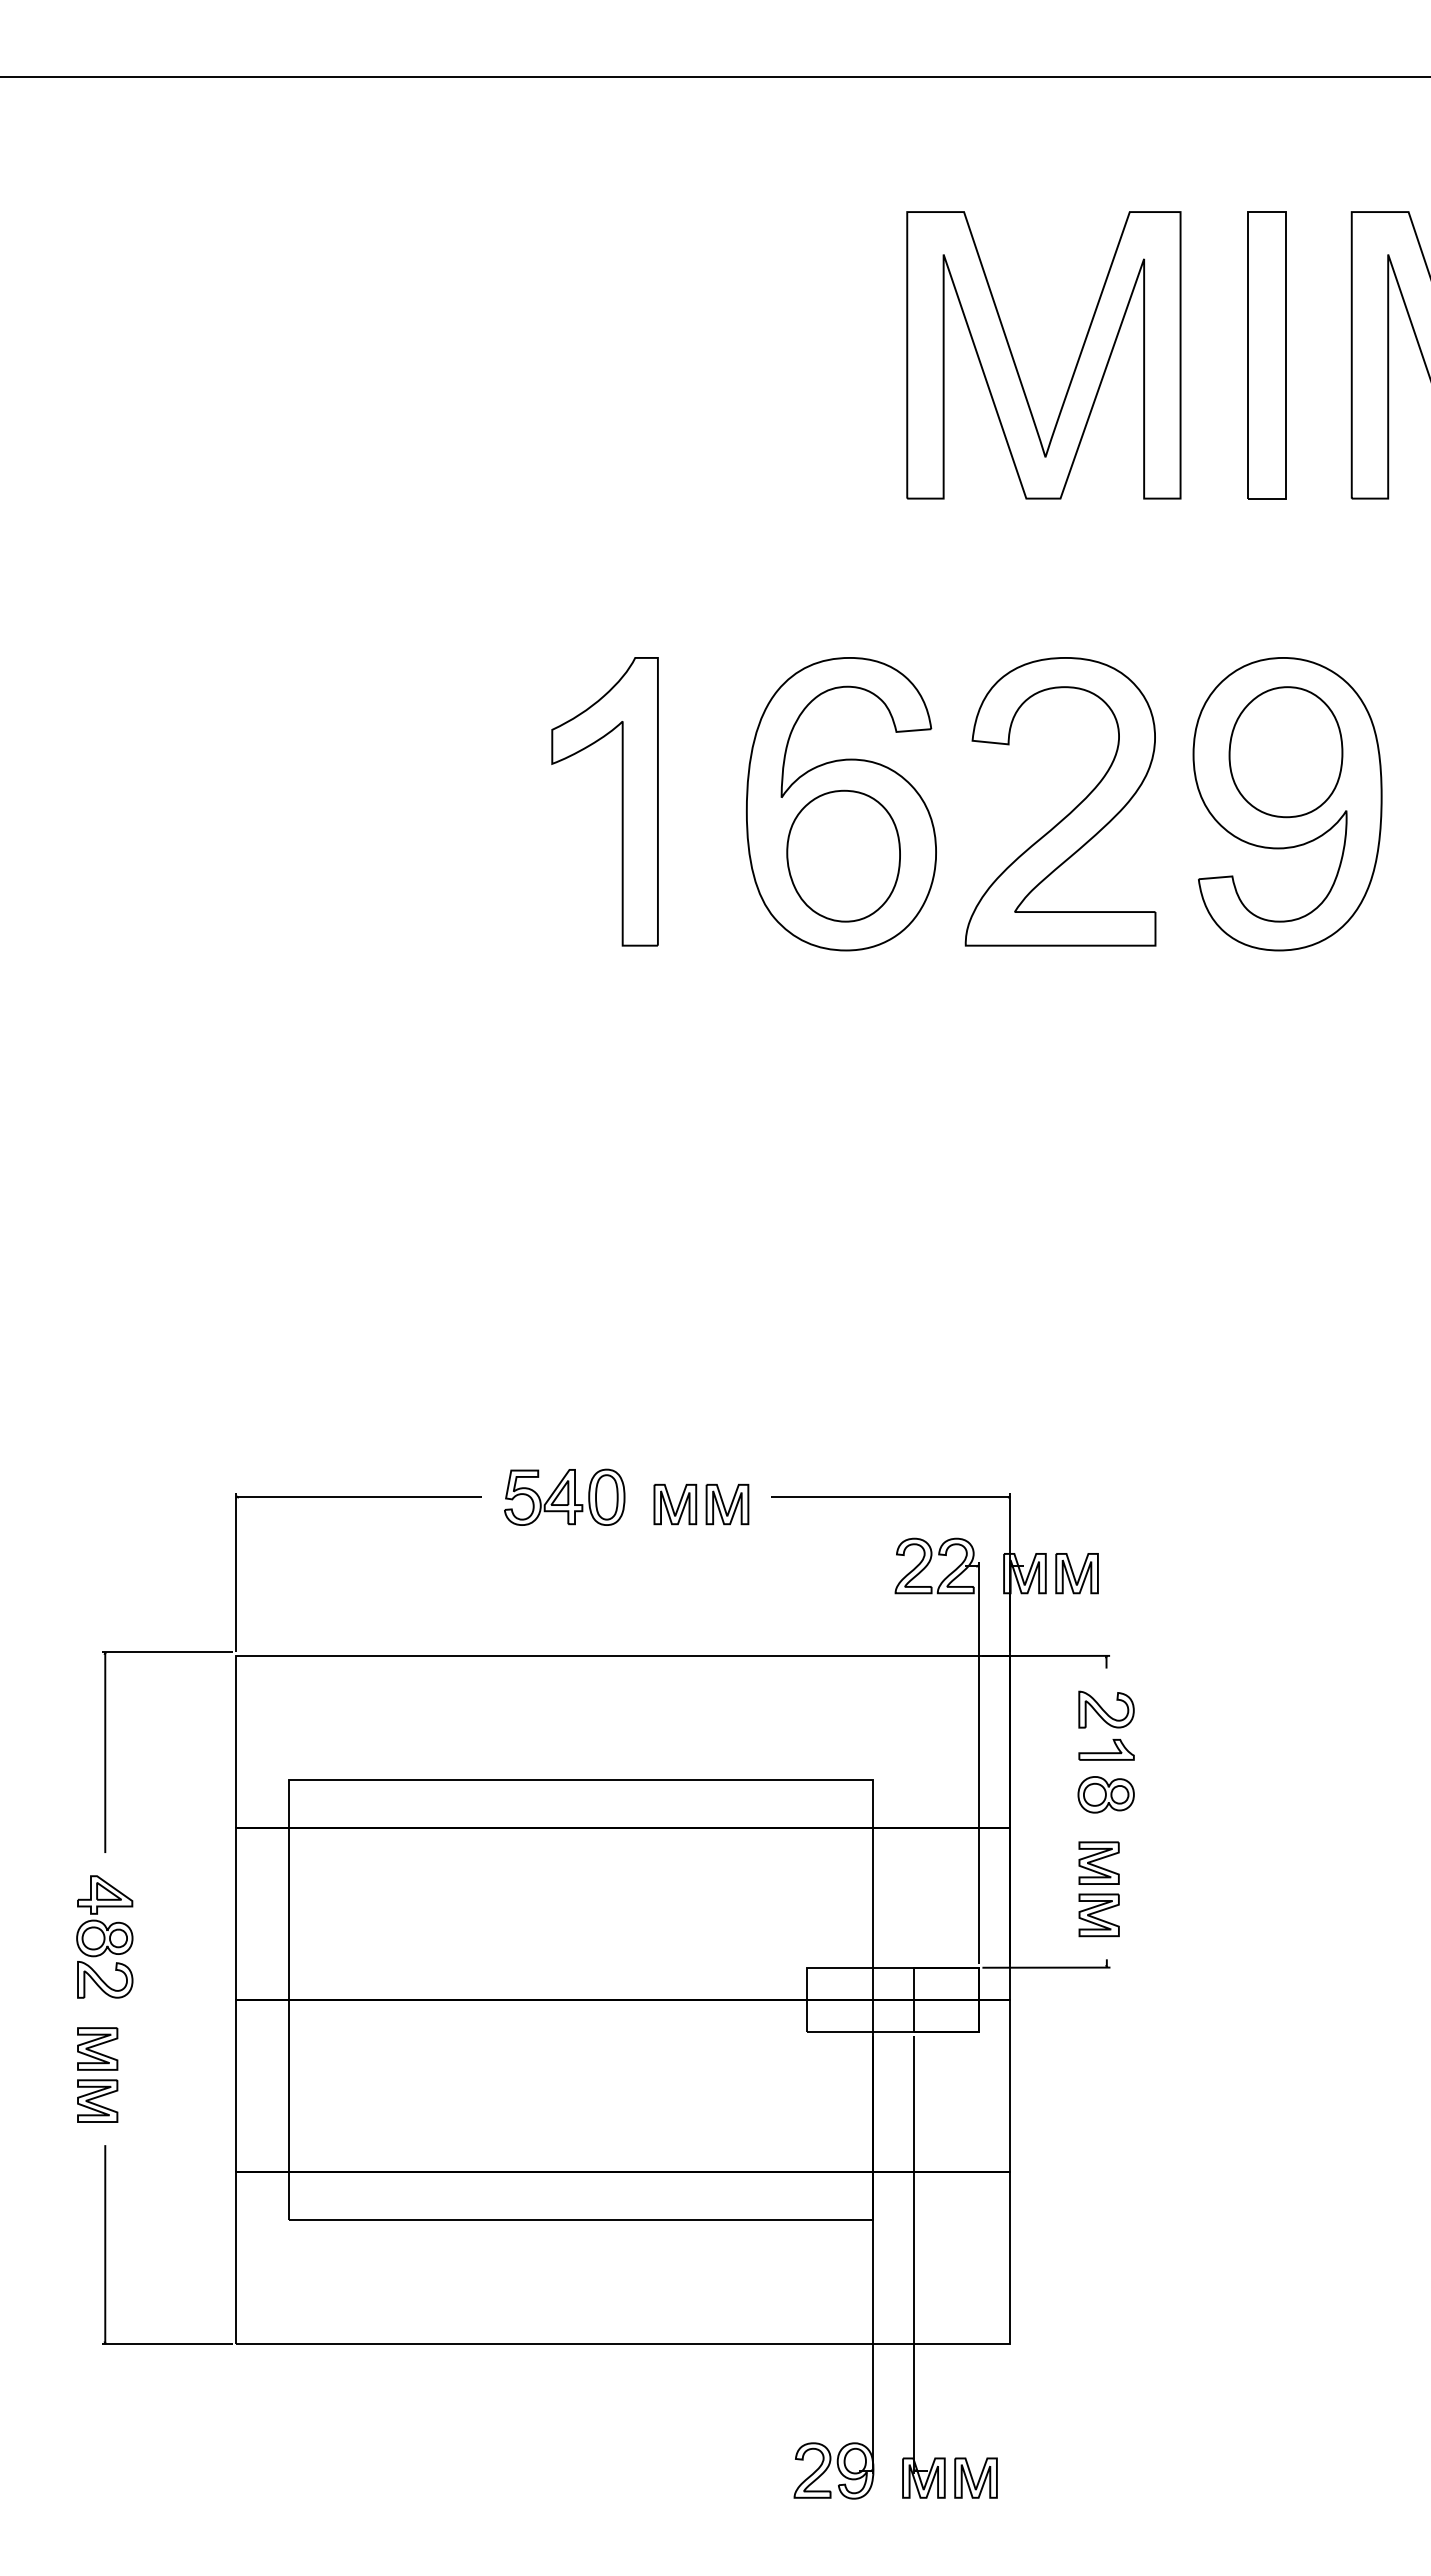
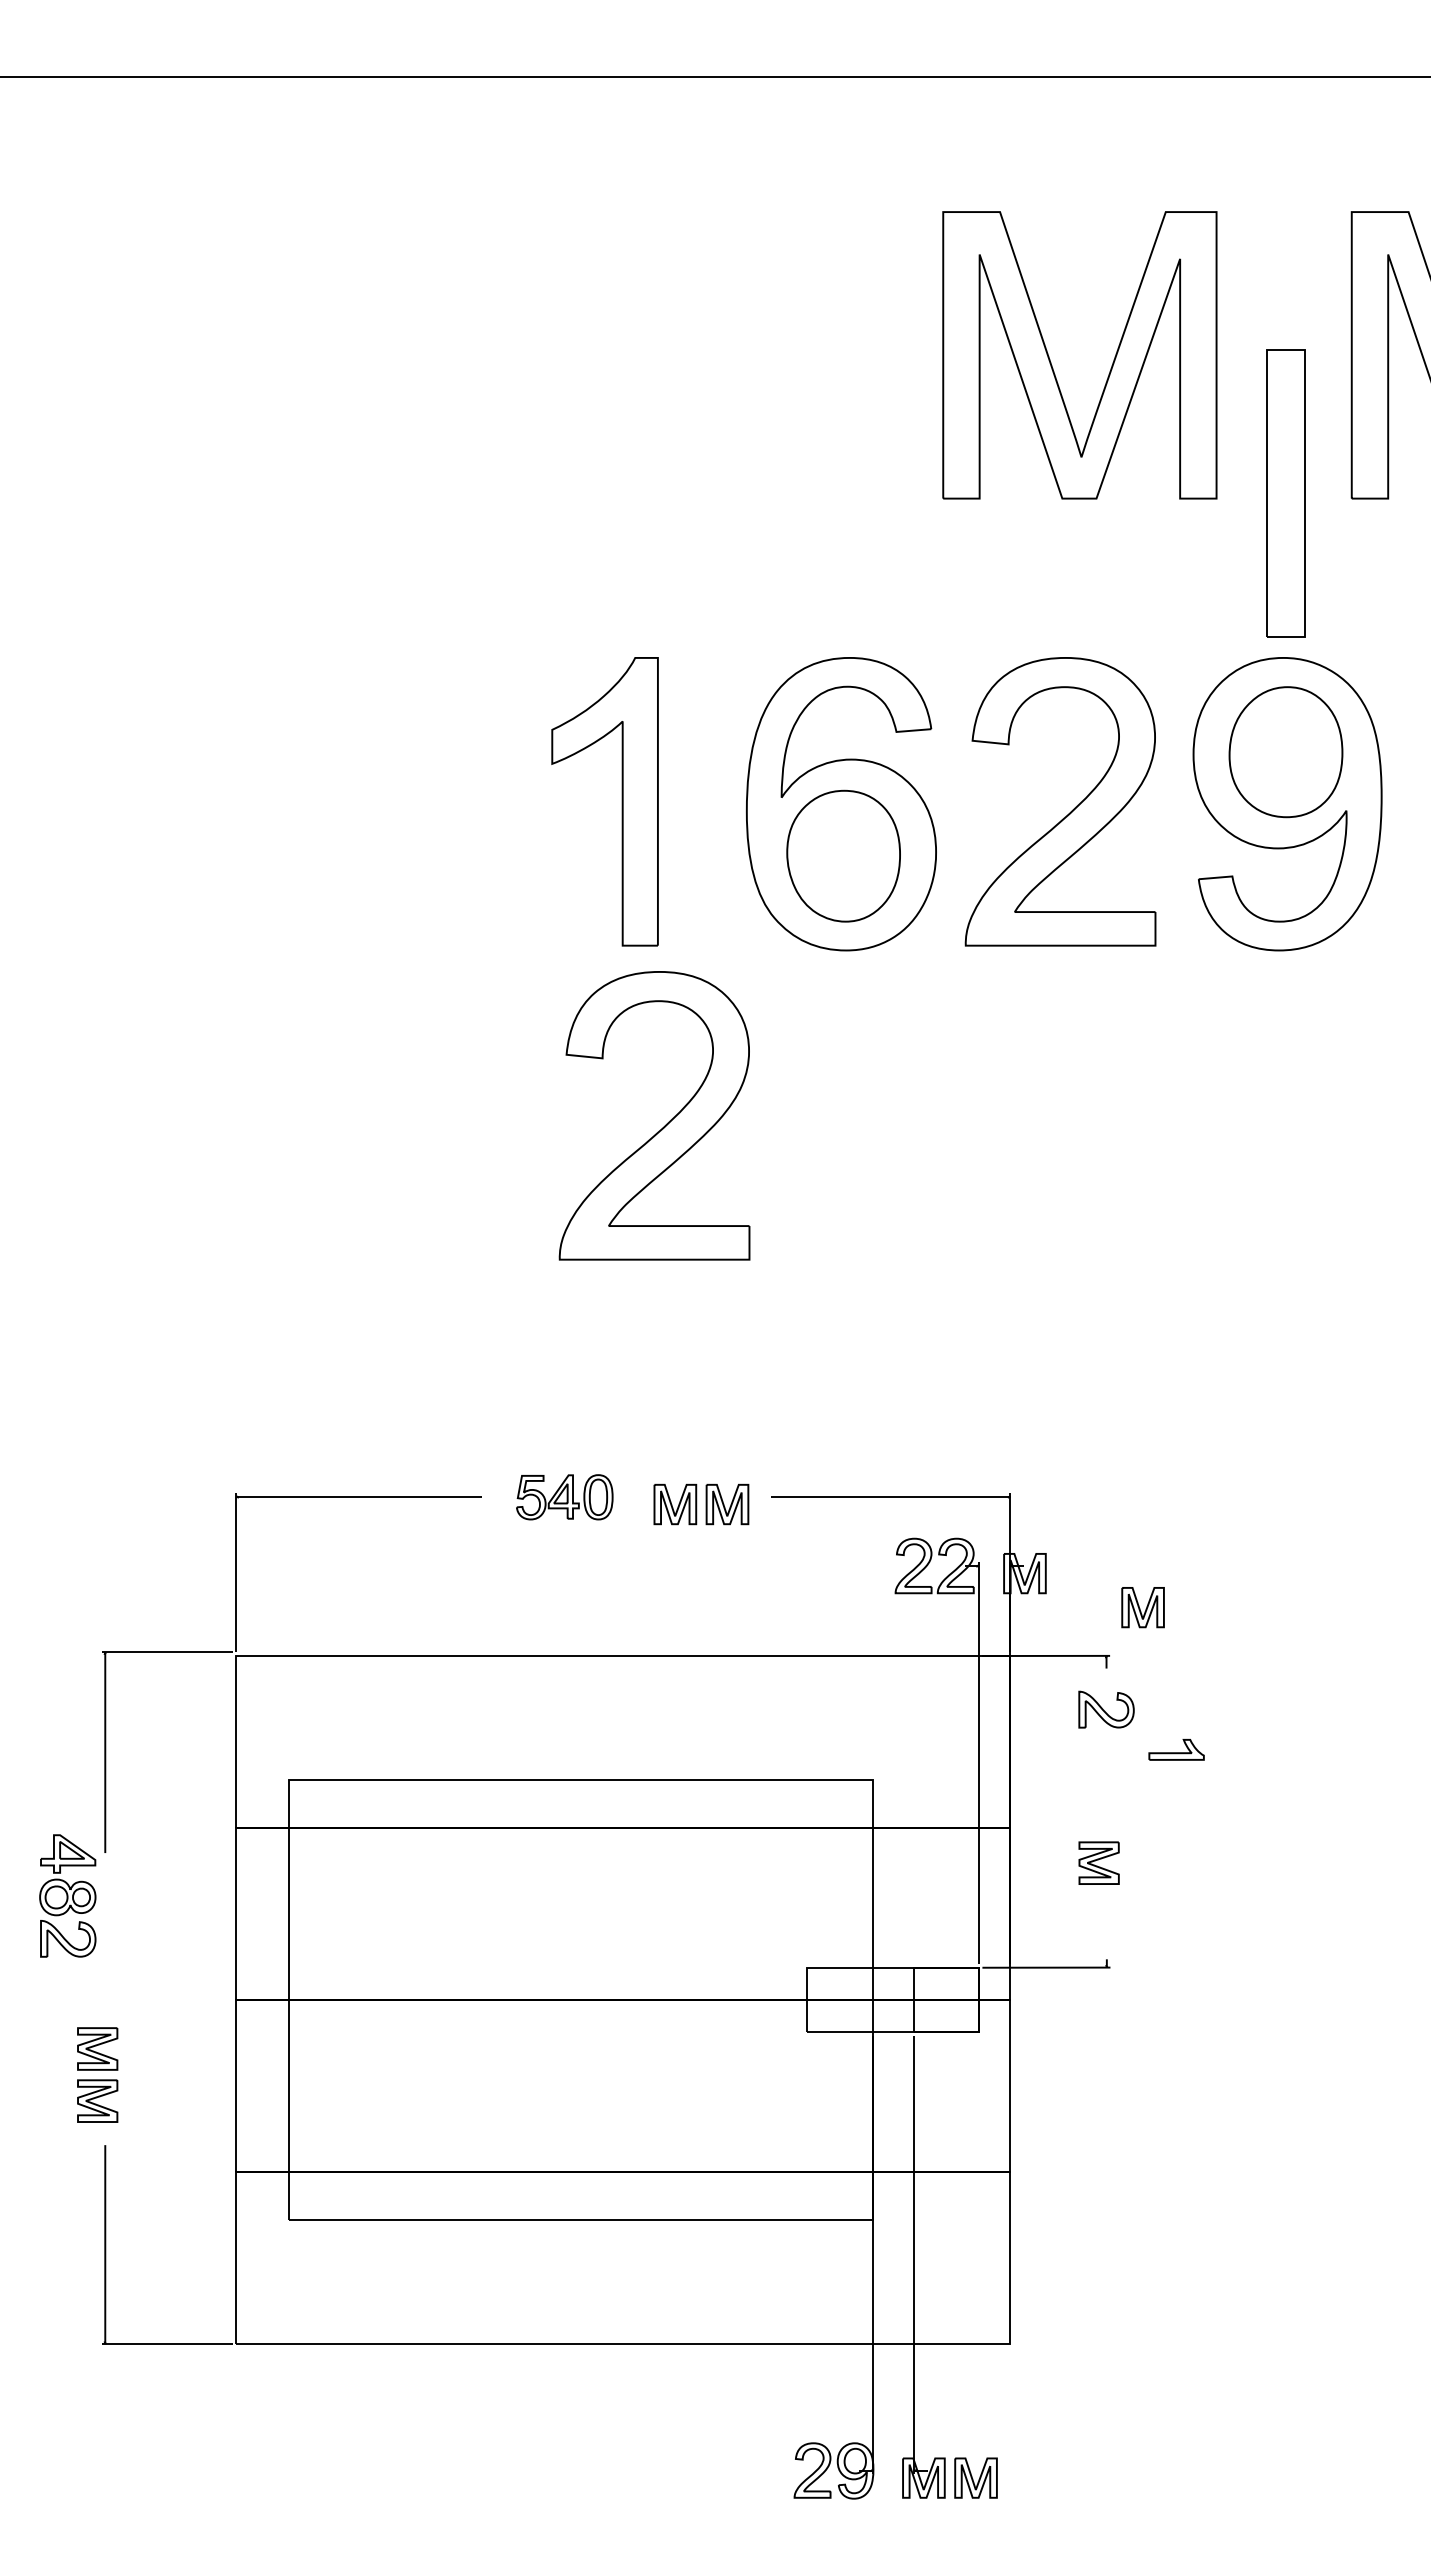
part at (1266, 355) position: (1266, 355) -> (1285, 493)
part at (1016, 365) position: (1016, 365) -> (1052, 365)
part at (664, 1125): none -> present
part at (564, 1496) size: 122x58 px -> 98x47 px
part at (1076, 1573) position: (1076, 1573) -> (1142, 1607)
part at (1106, 1749) position: (1106, 1749) -> (1176, 1749)
part at (1105, 1794): present -> none
part at (1098, 1915): present -> none
part at (104, 1936) position: (104, 1936) -> (67, 1895)
